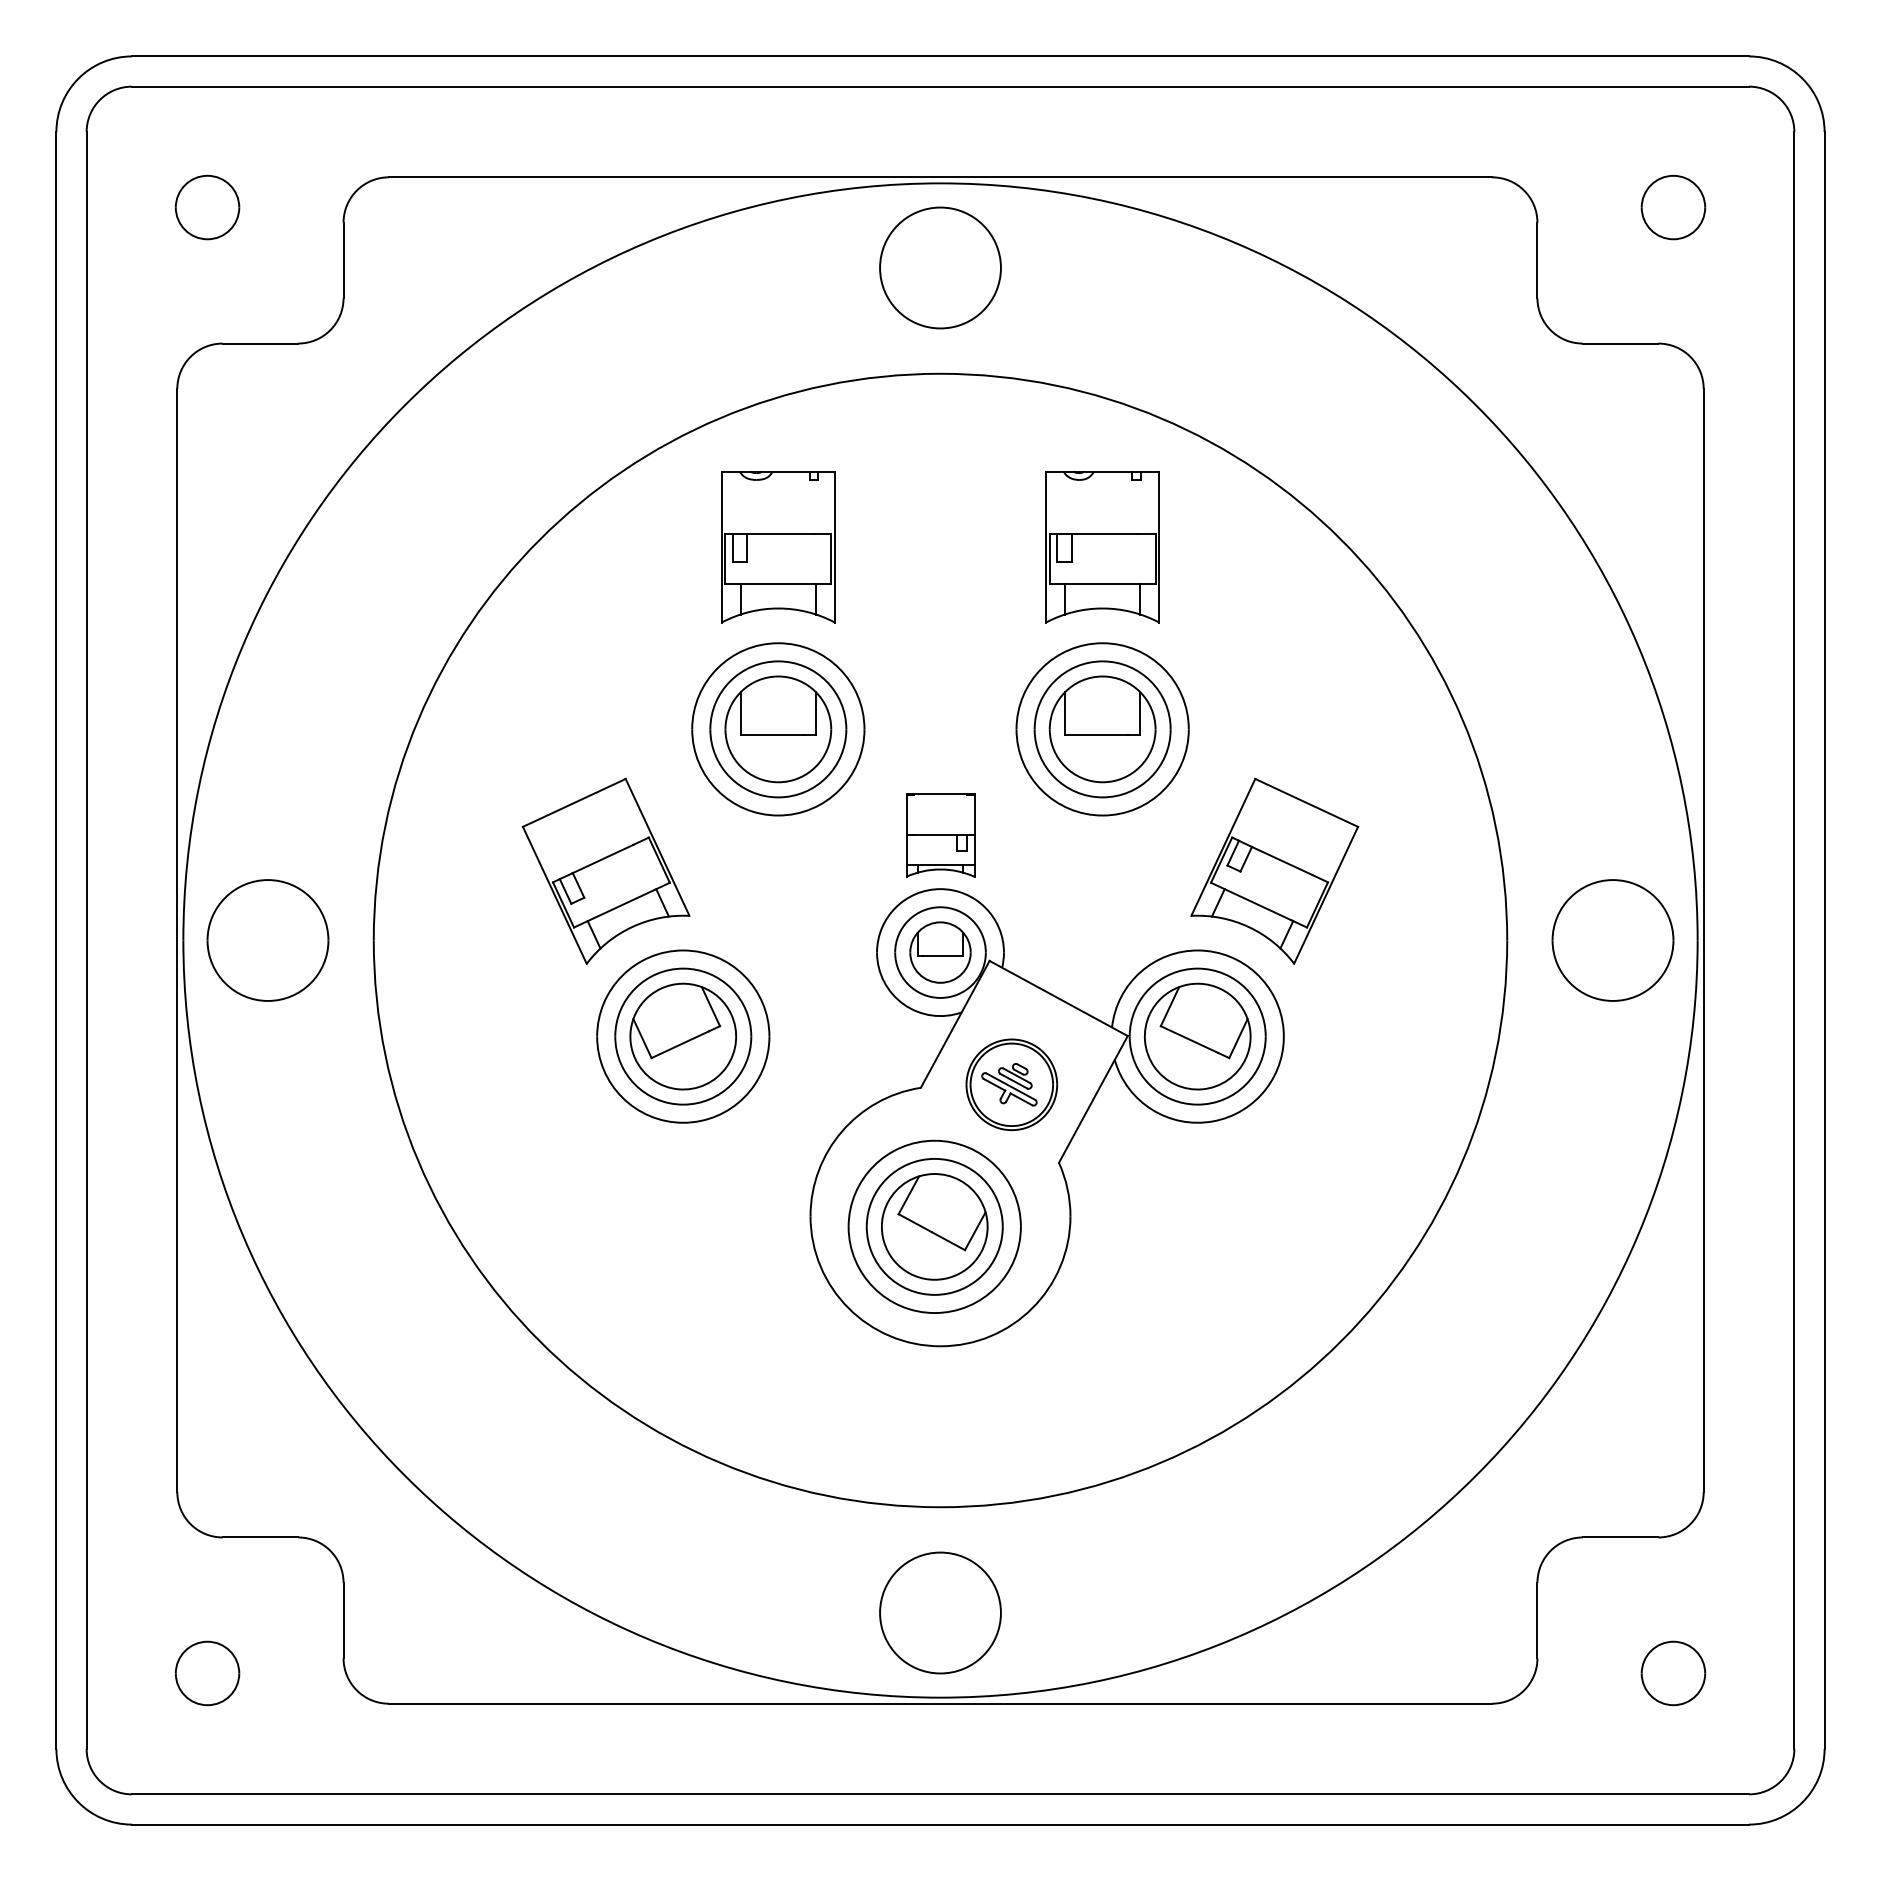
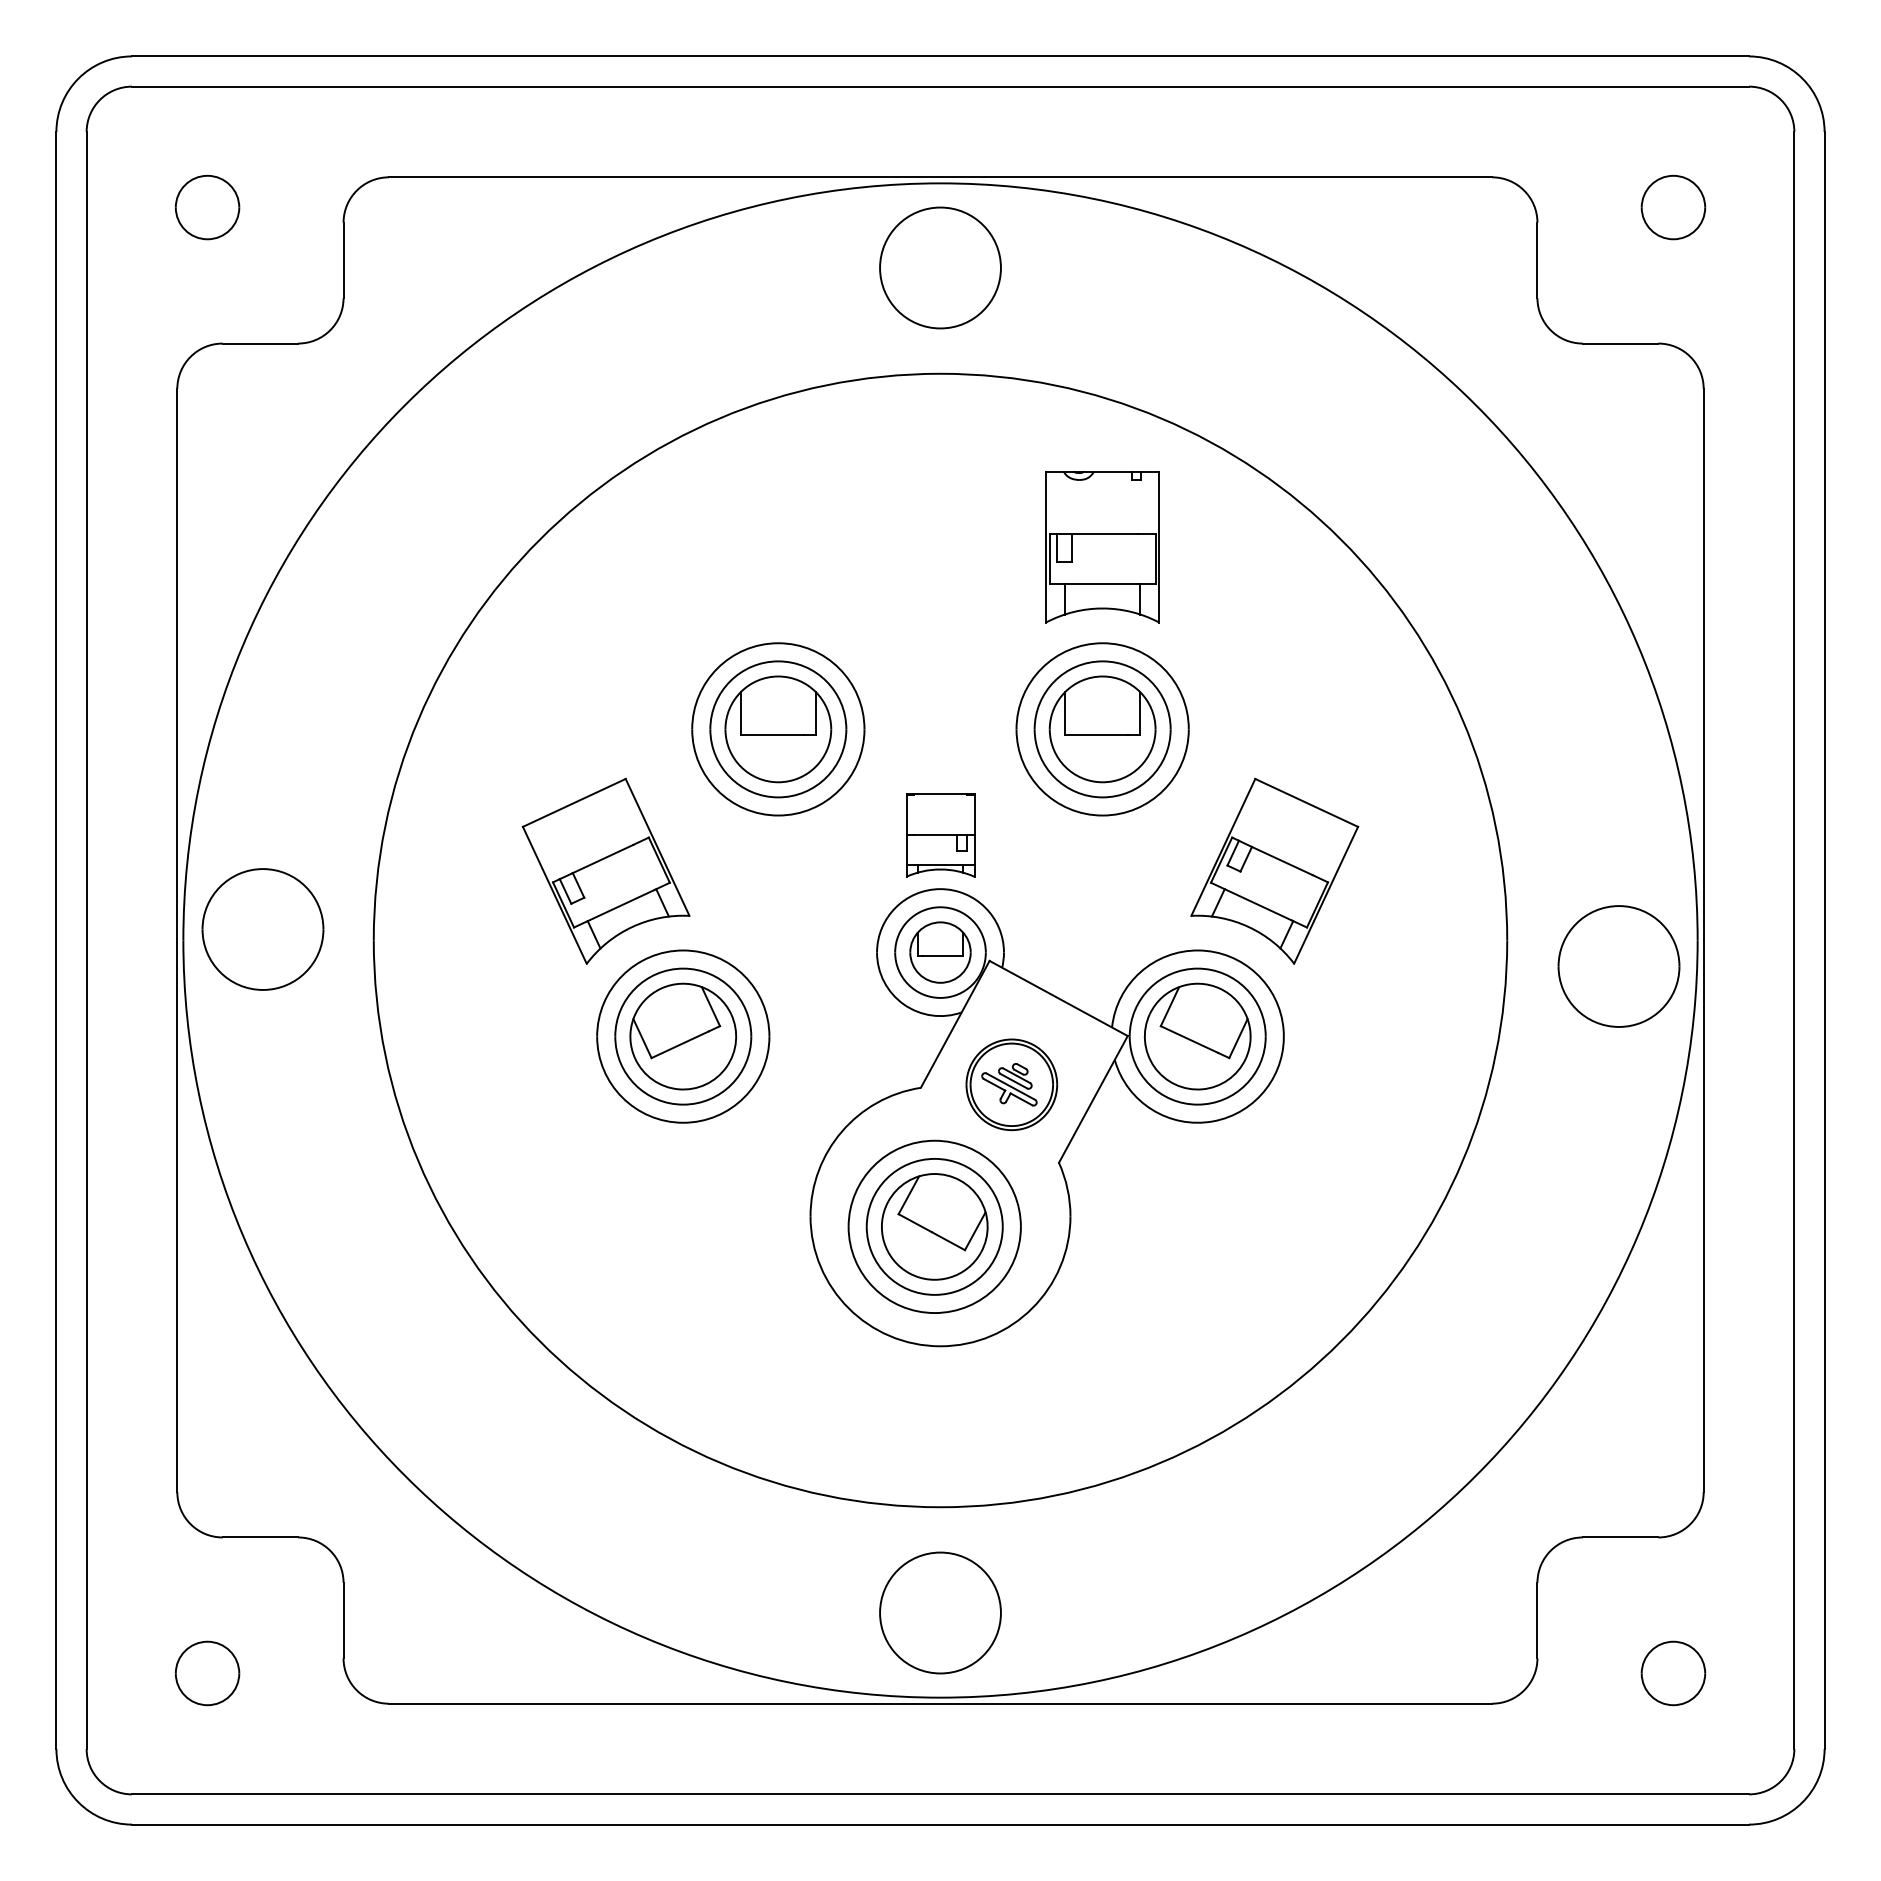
part at (778, 547): present -> none
part at (267, 940) position: (267, 940) -> (262, 929)
part at (1612, 940) position: (1612, 940) -> (1618, 966)
